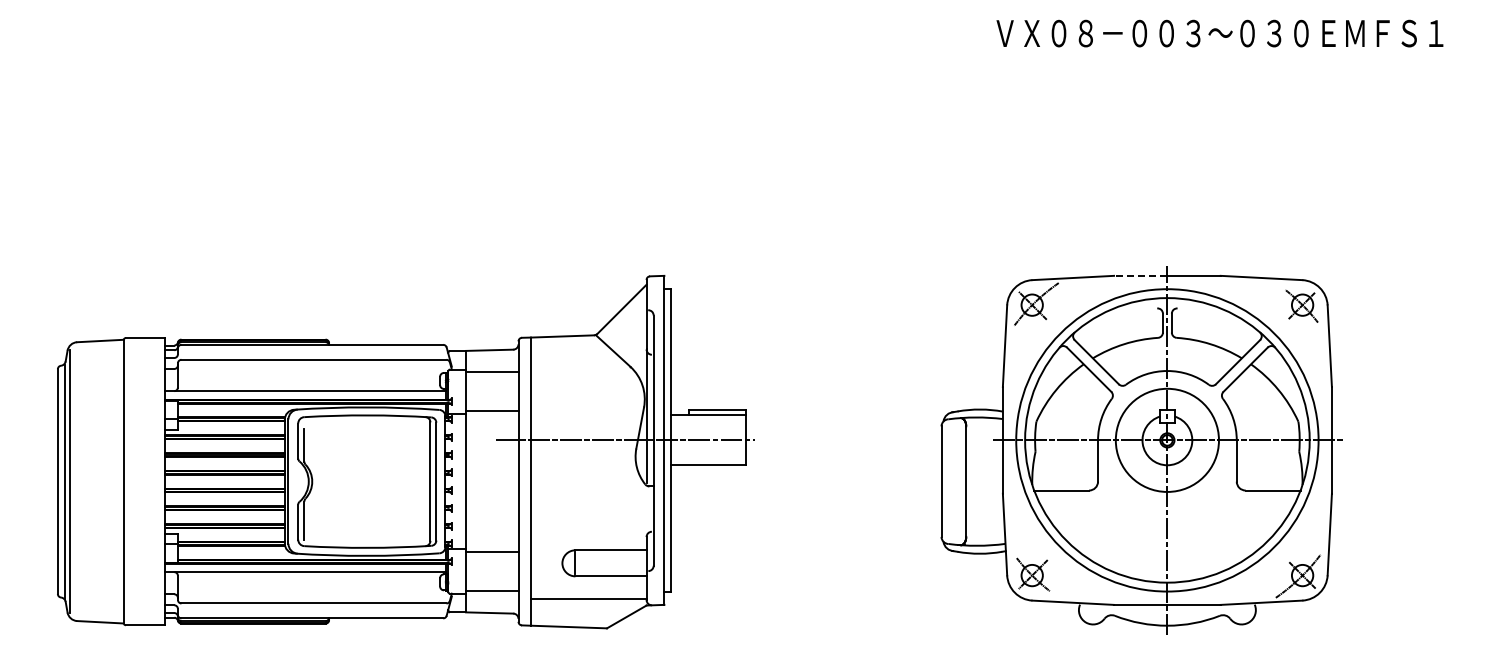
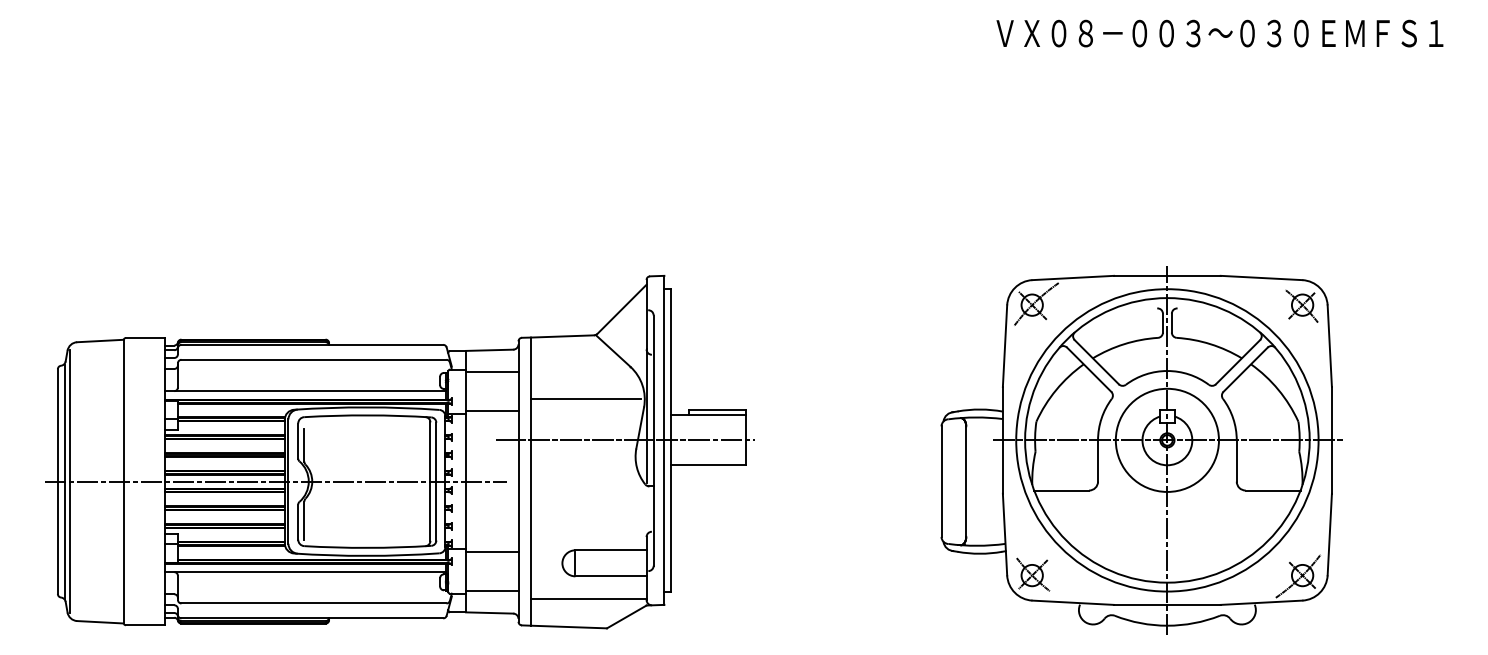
line at (1140, 275): dashed -> solid
line at (585, 399): none -> present
line at (275, 481): none -> present
